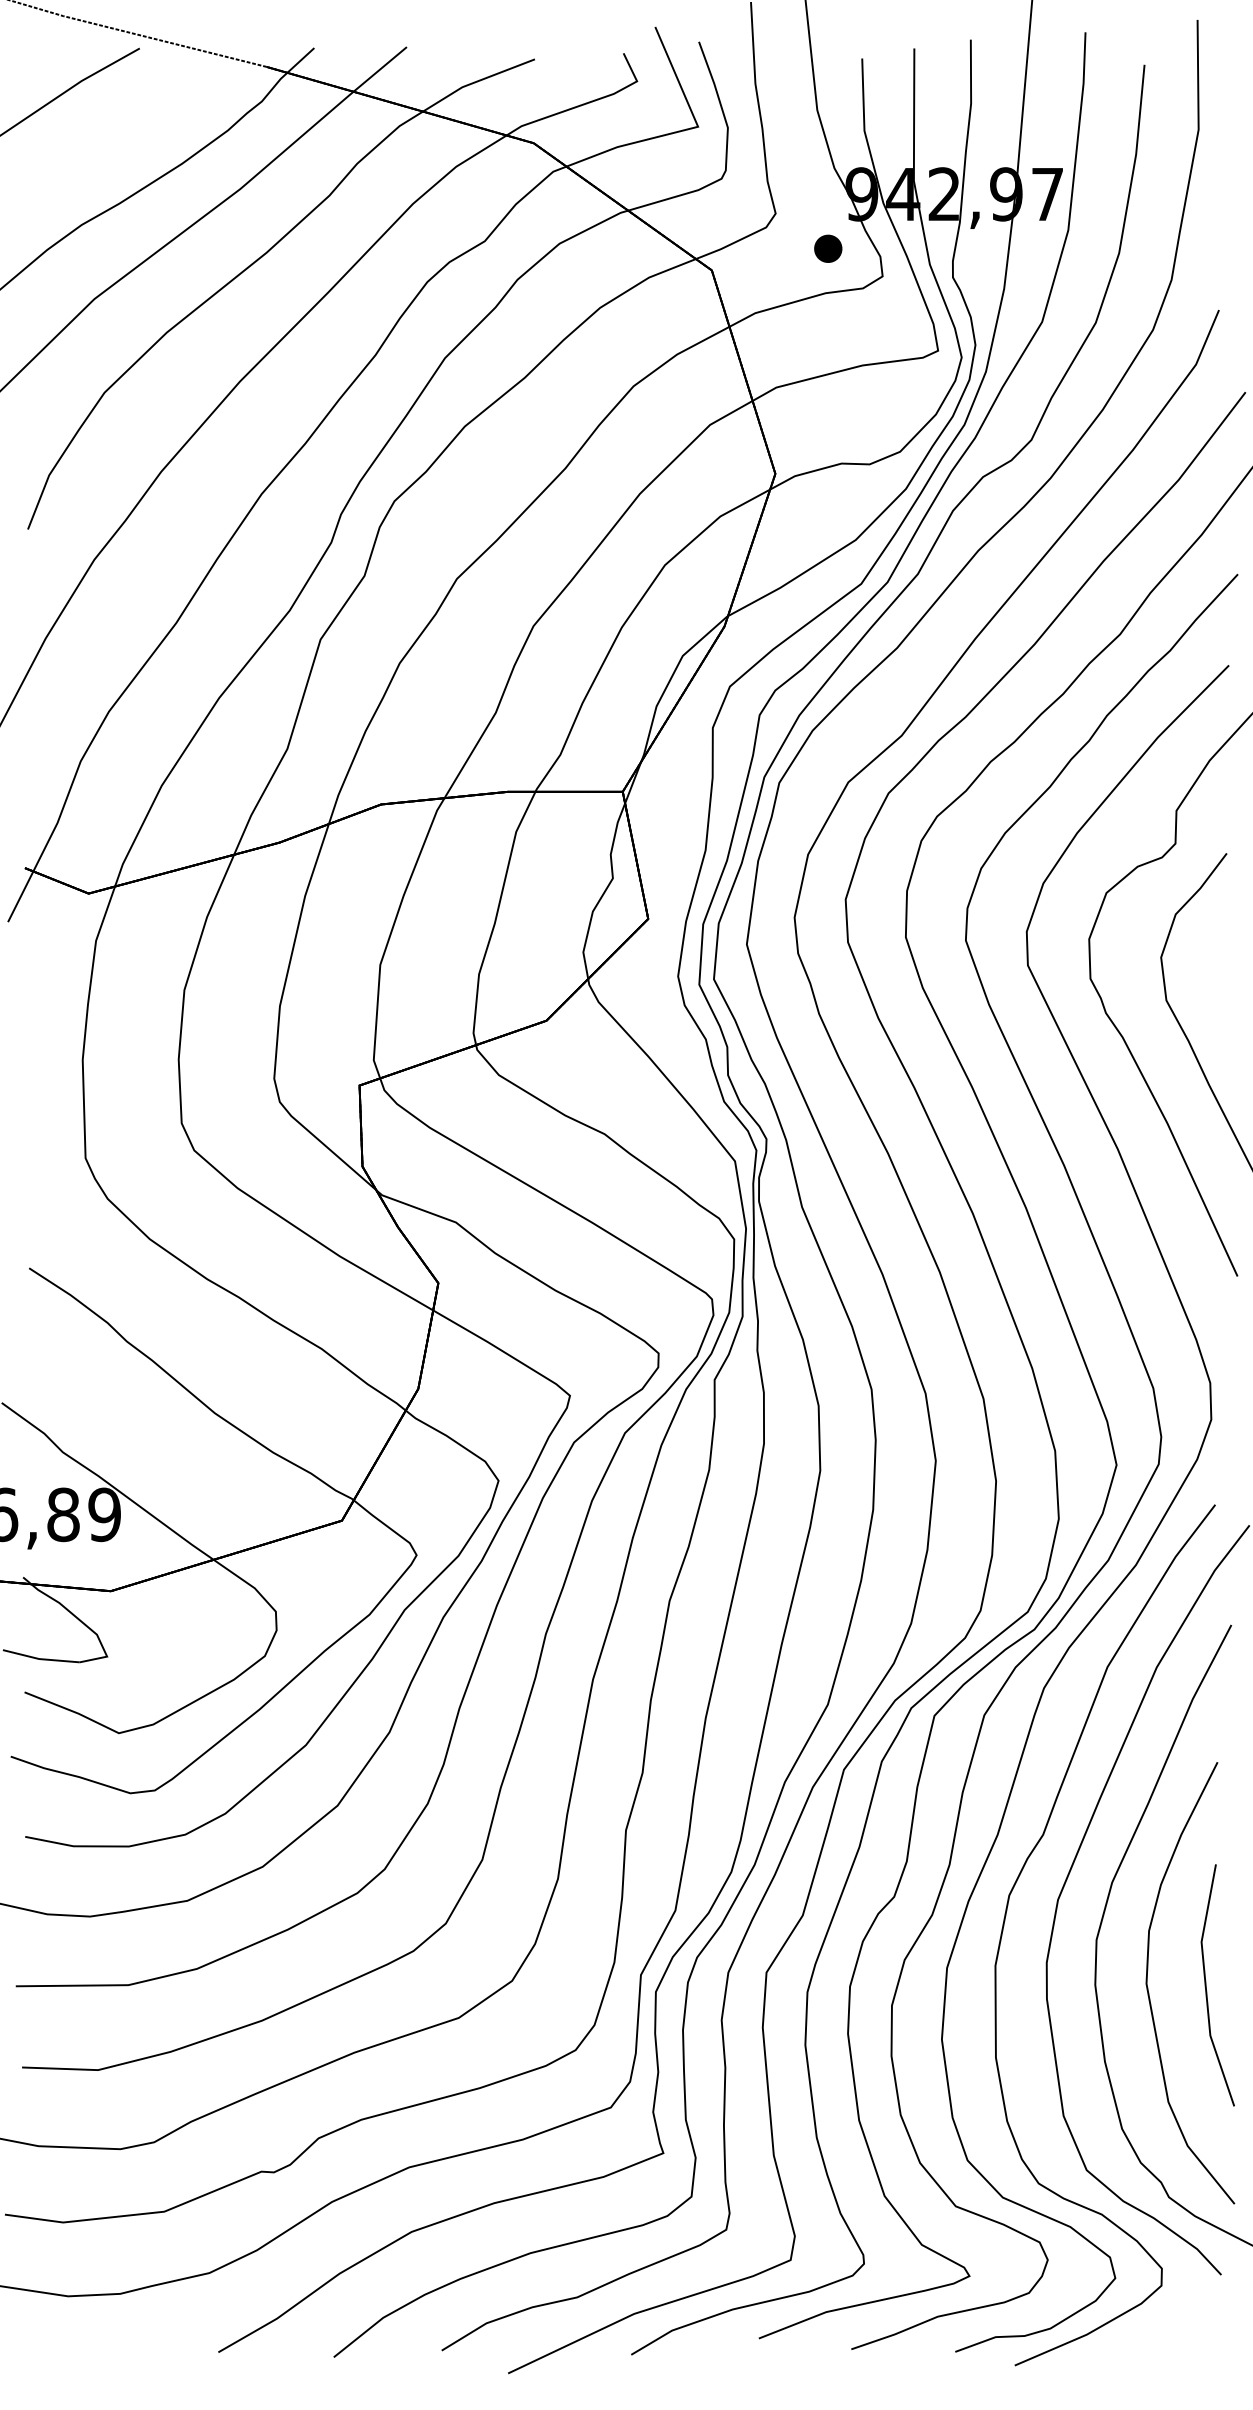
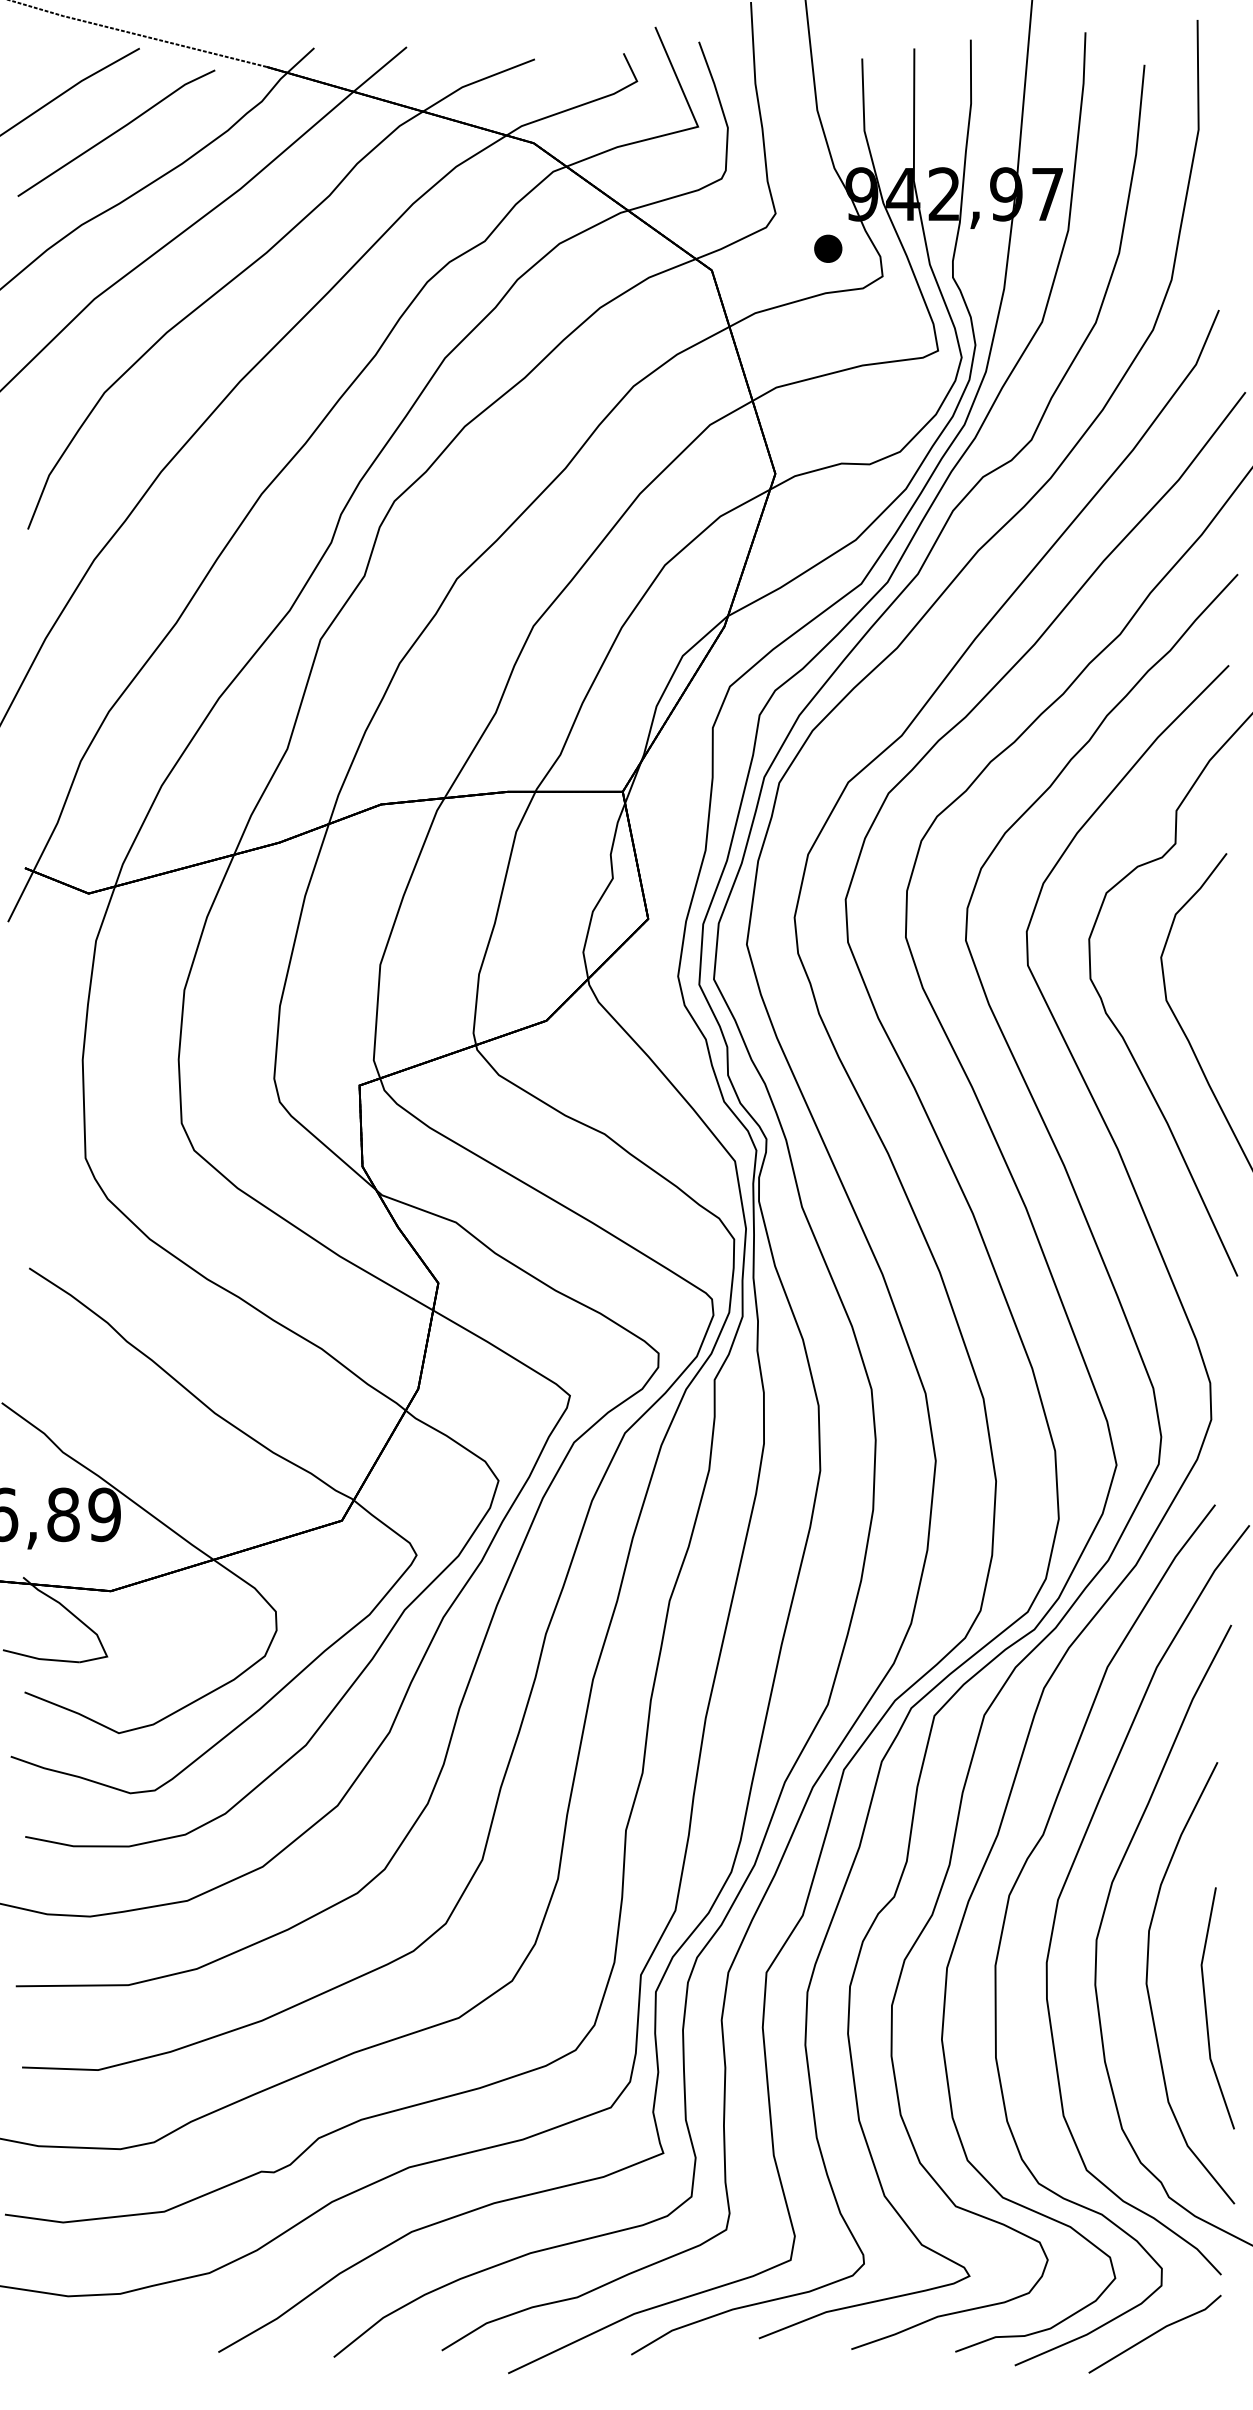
line at (116, 132): none -> present
part at (1206, 1985) position: (1206, 1985) -> (1206, 2008)
line at (1154, 2333): none -> present
